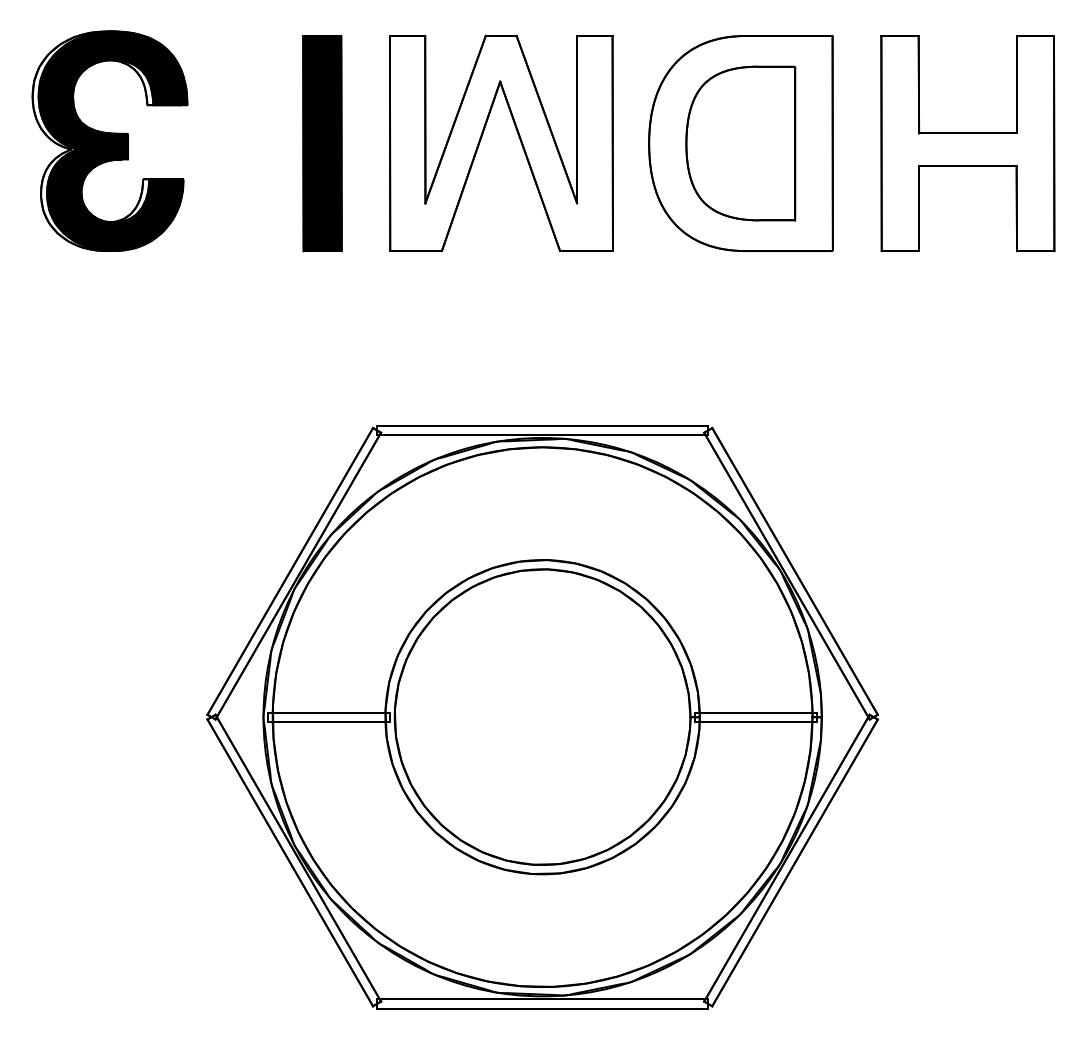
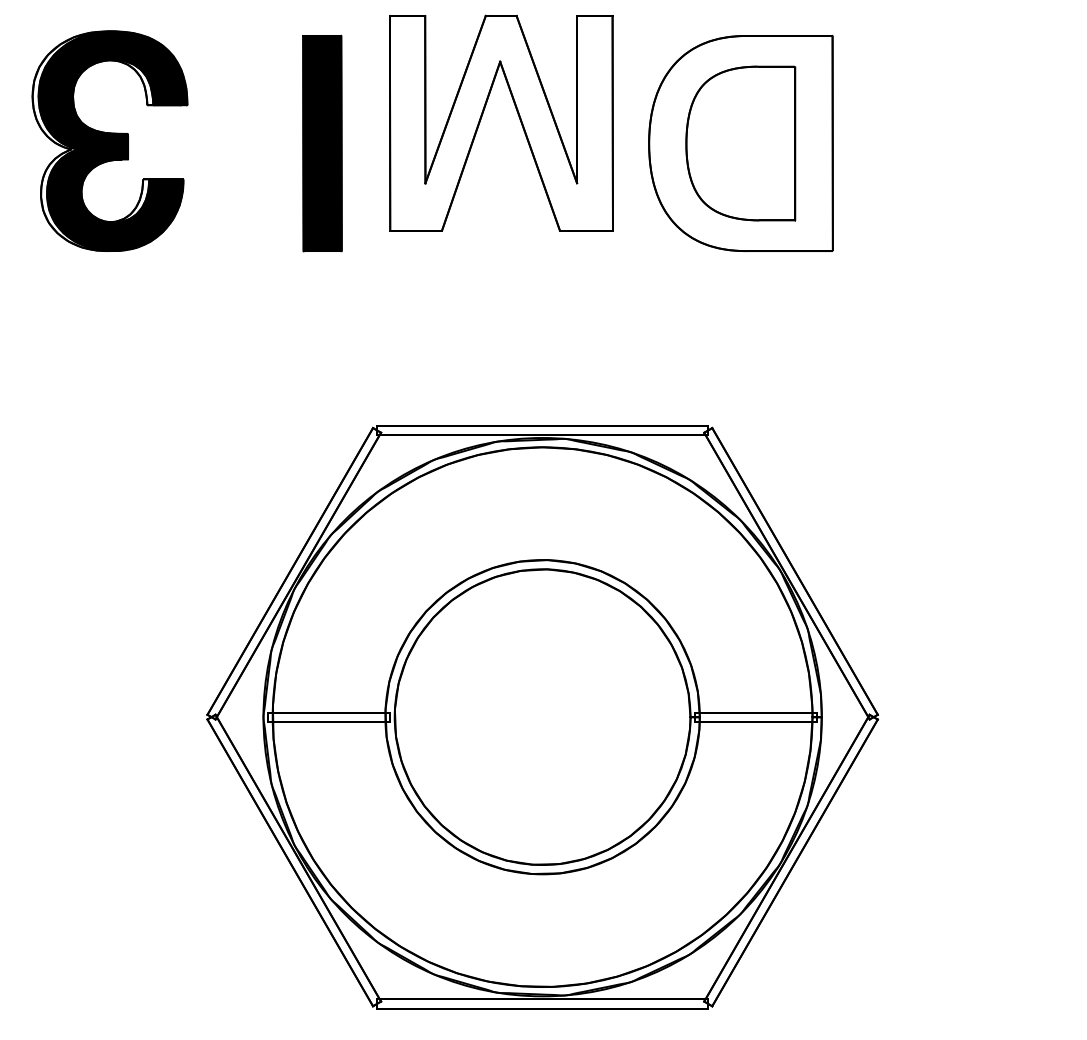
part at (518, 137) position: (518, 137) -> (518, 117)
part at (967, 143): present -> none
